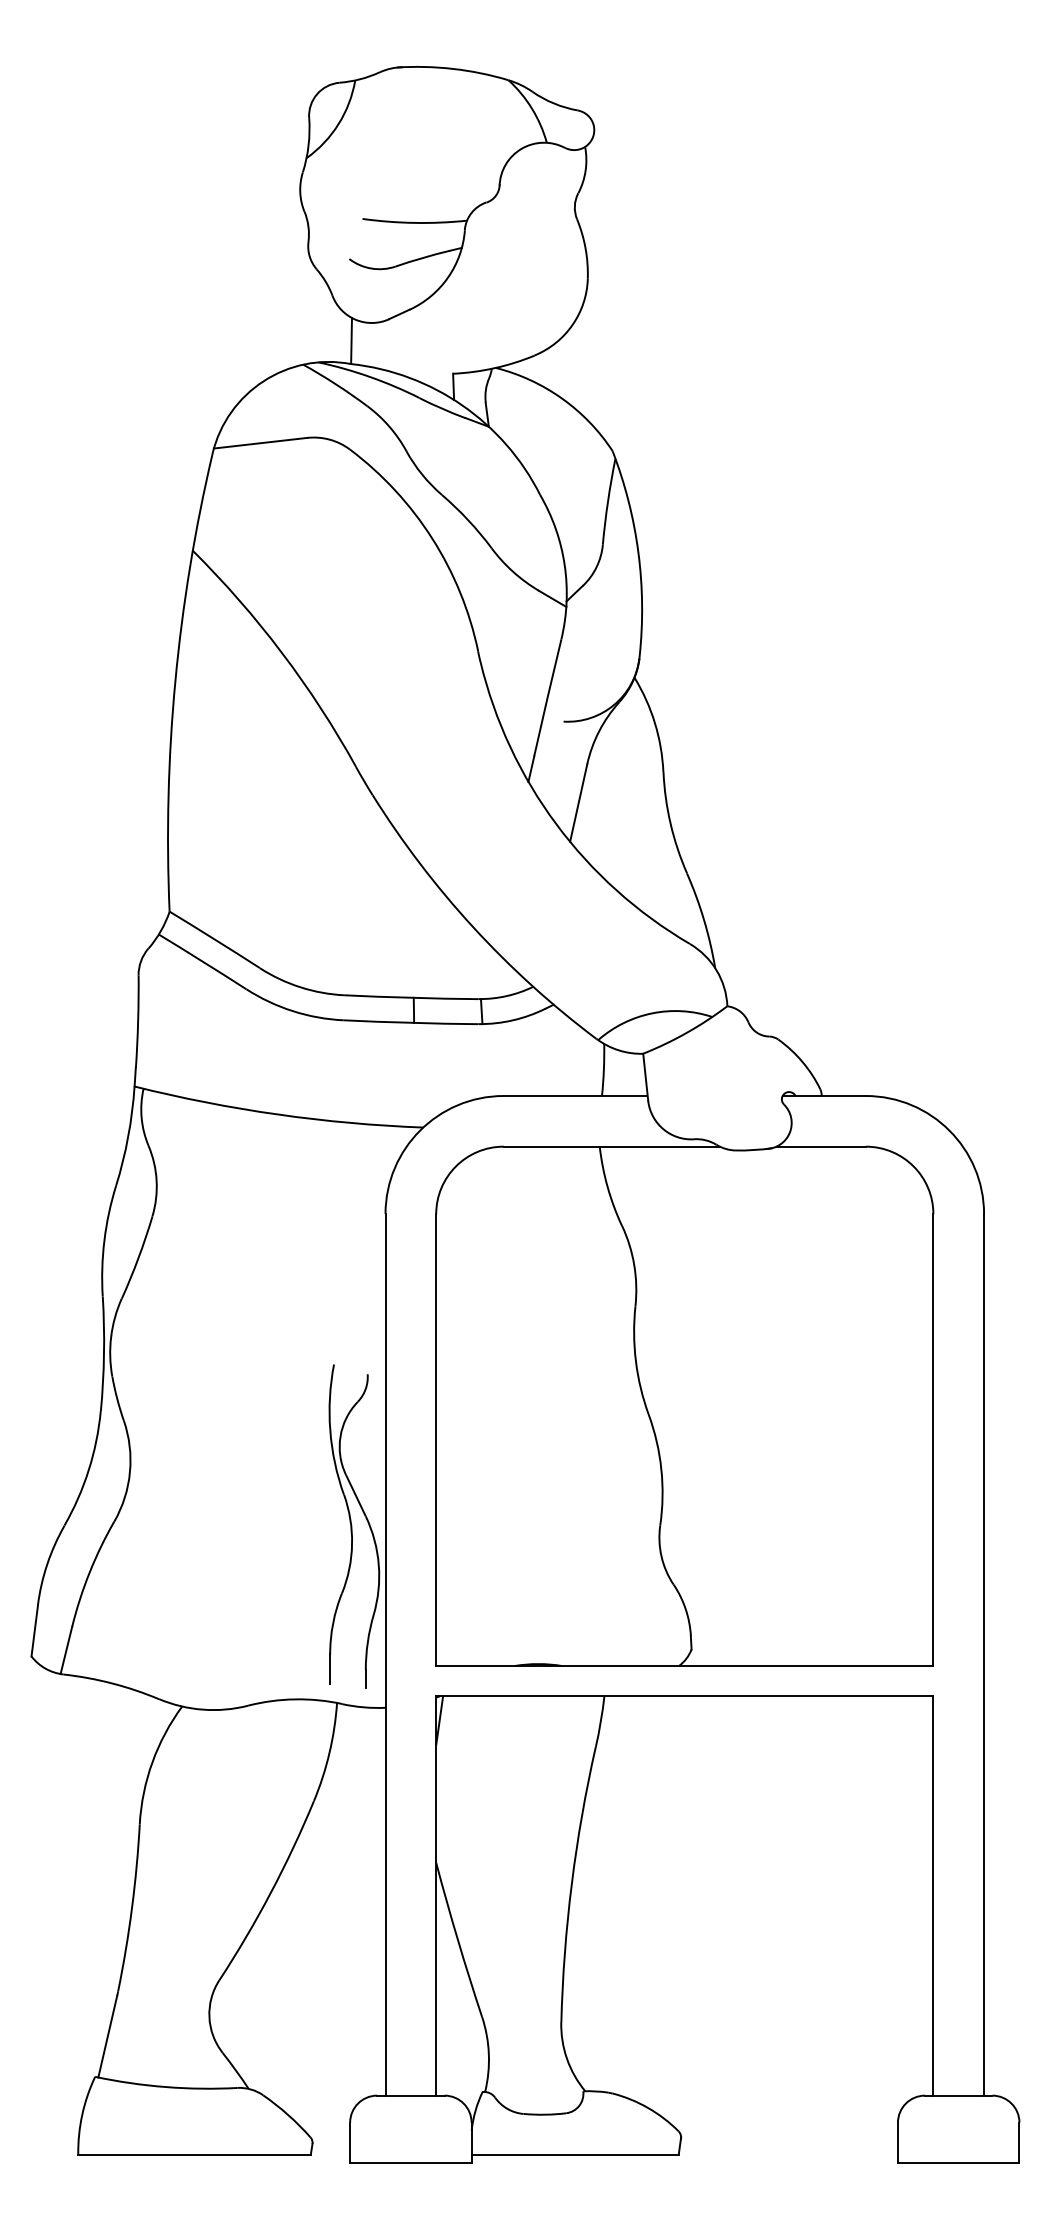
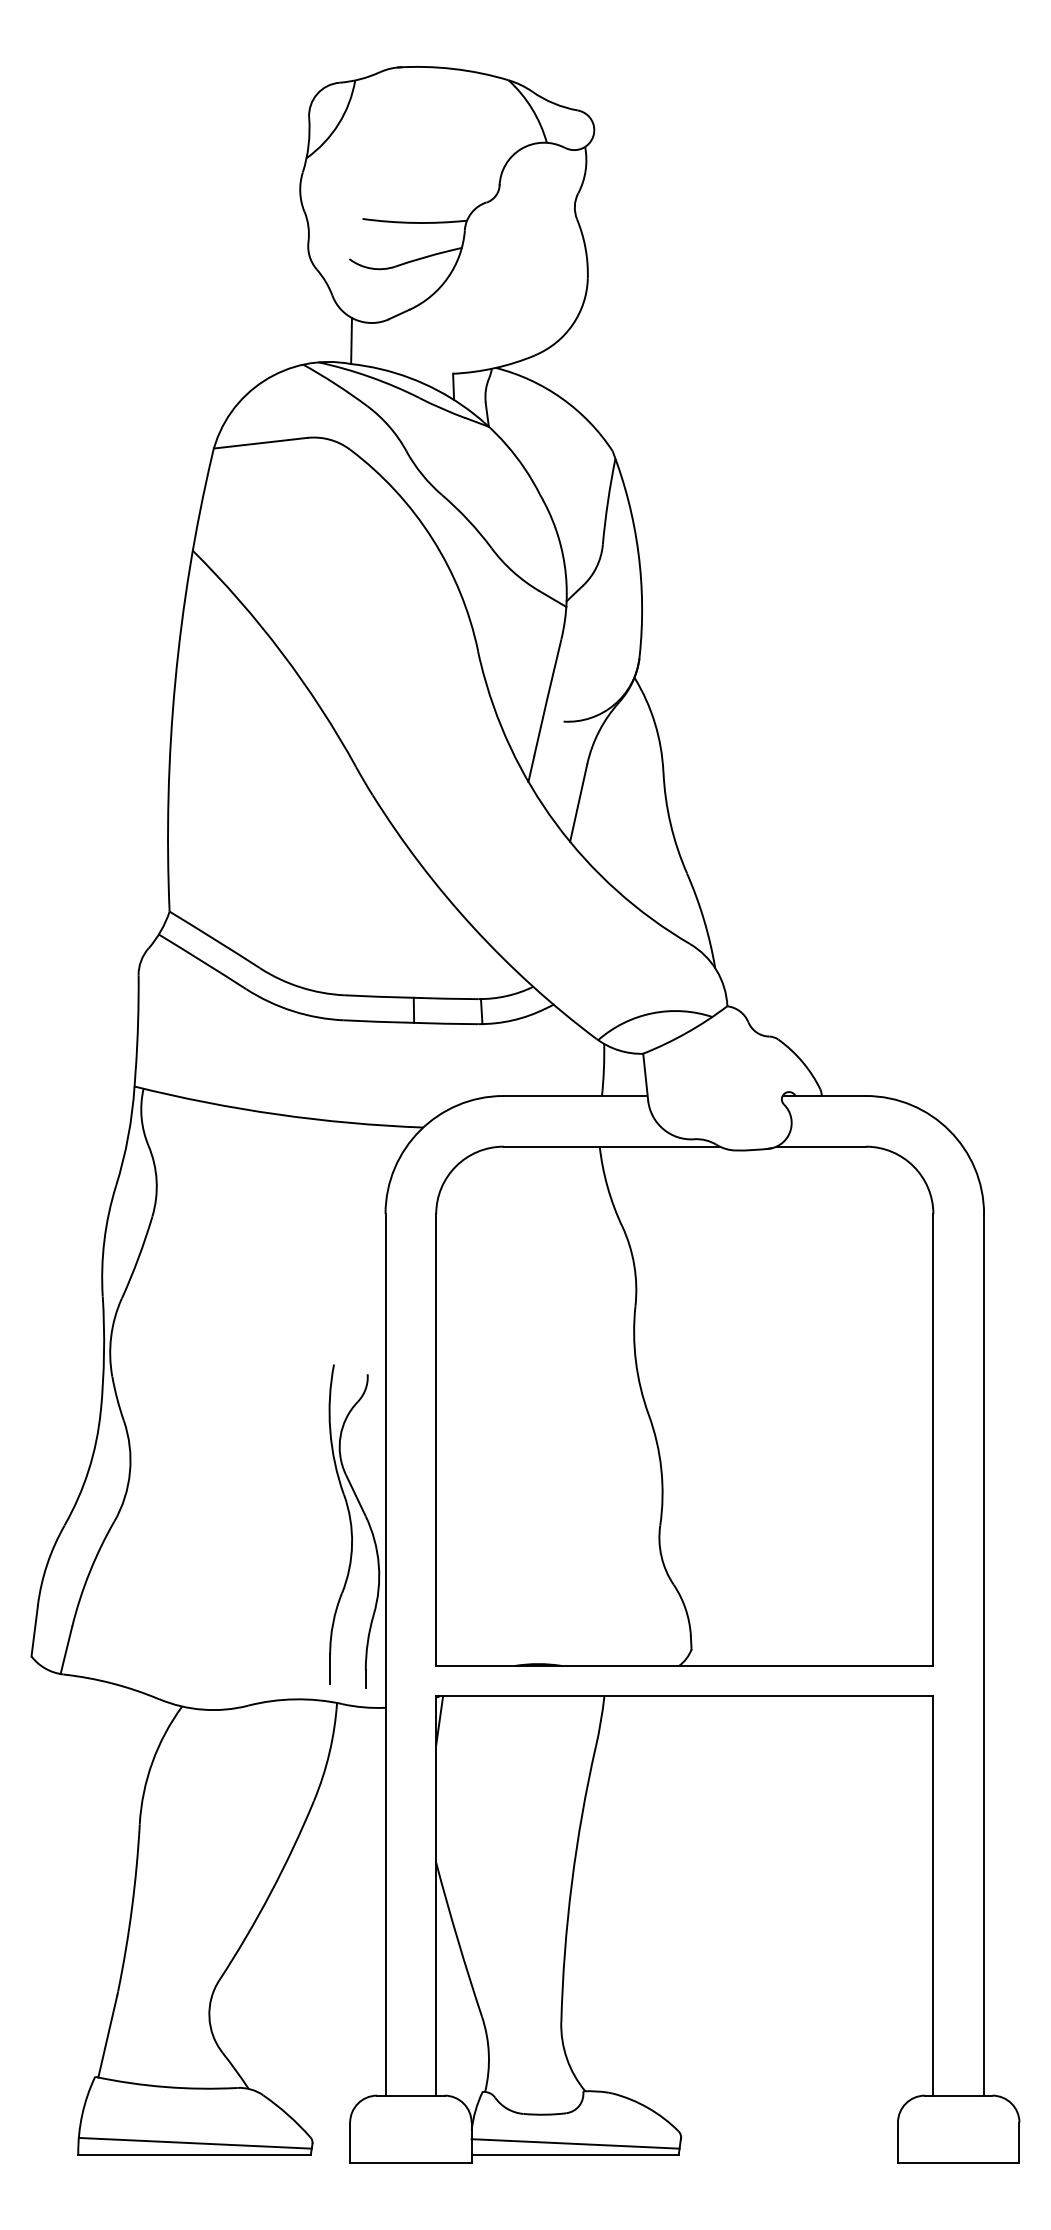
line at (194, 2142): none -> present
line at (575, 2143): none -> present
